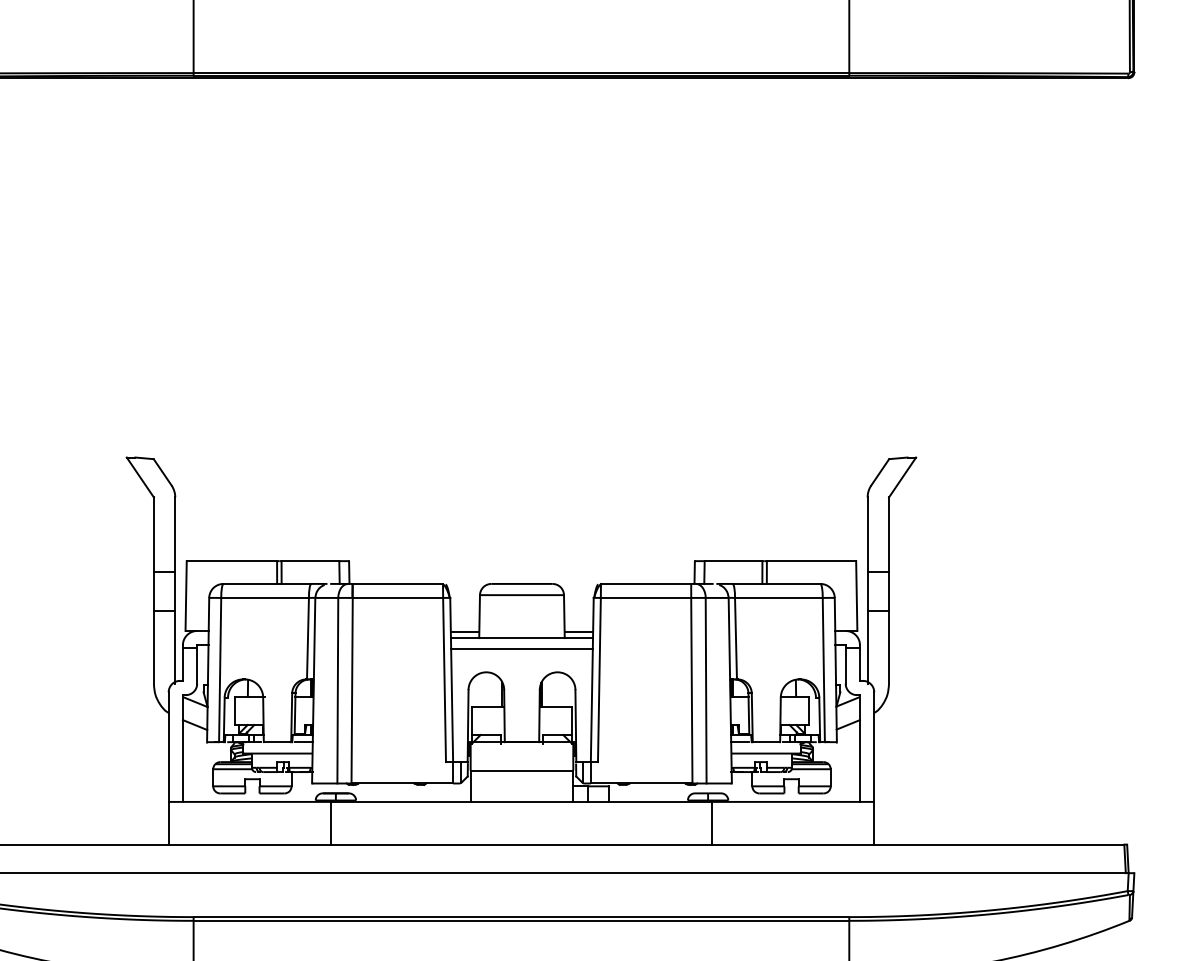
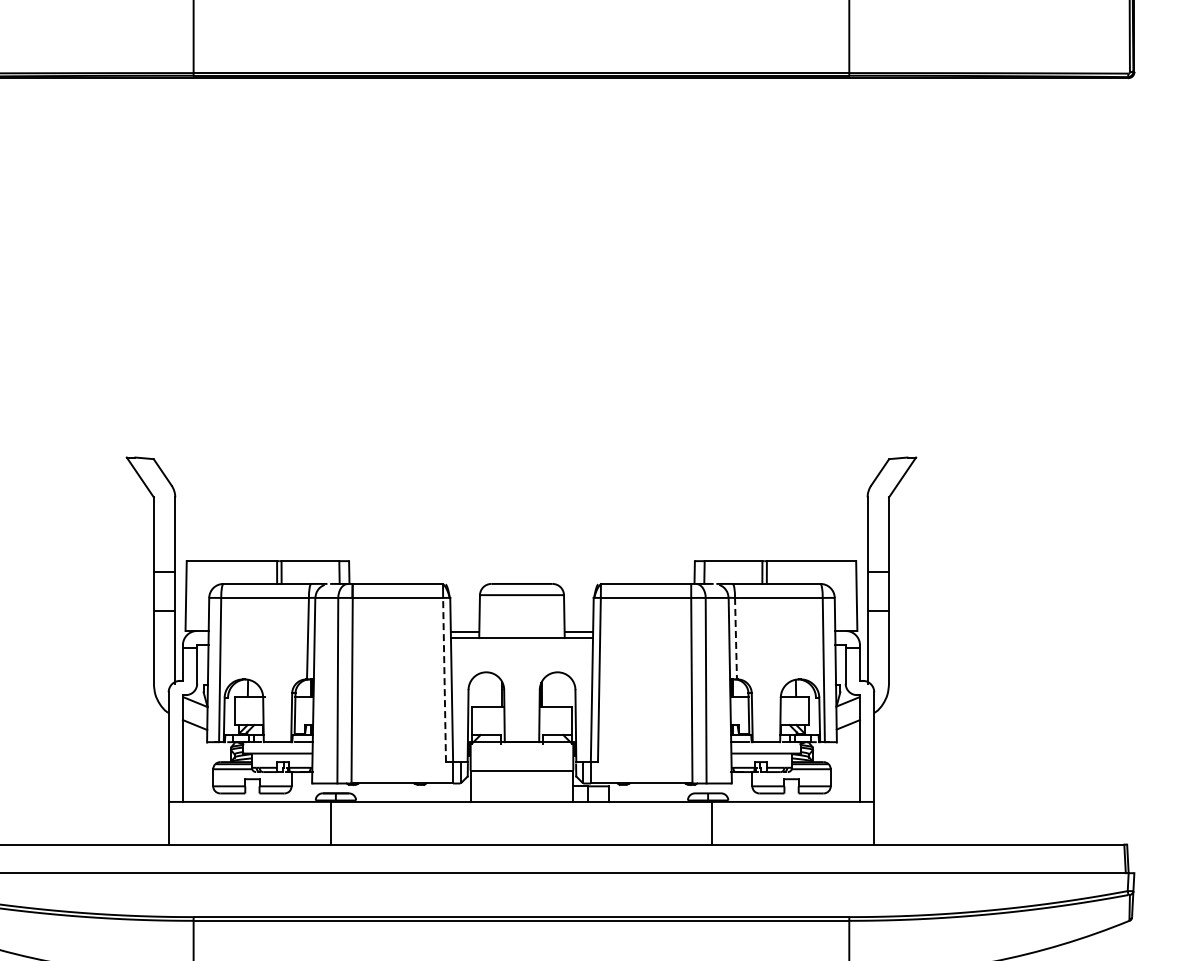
line at (736, 638): solid -> dashed
line at (521, 649): present -> none
line at (444, 679): solid -> dashed
